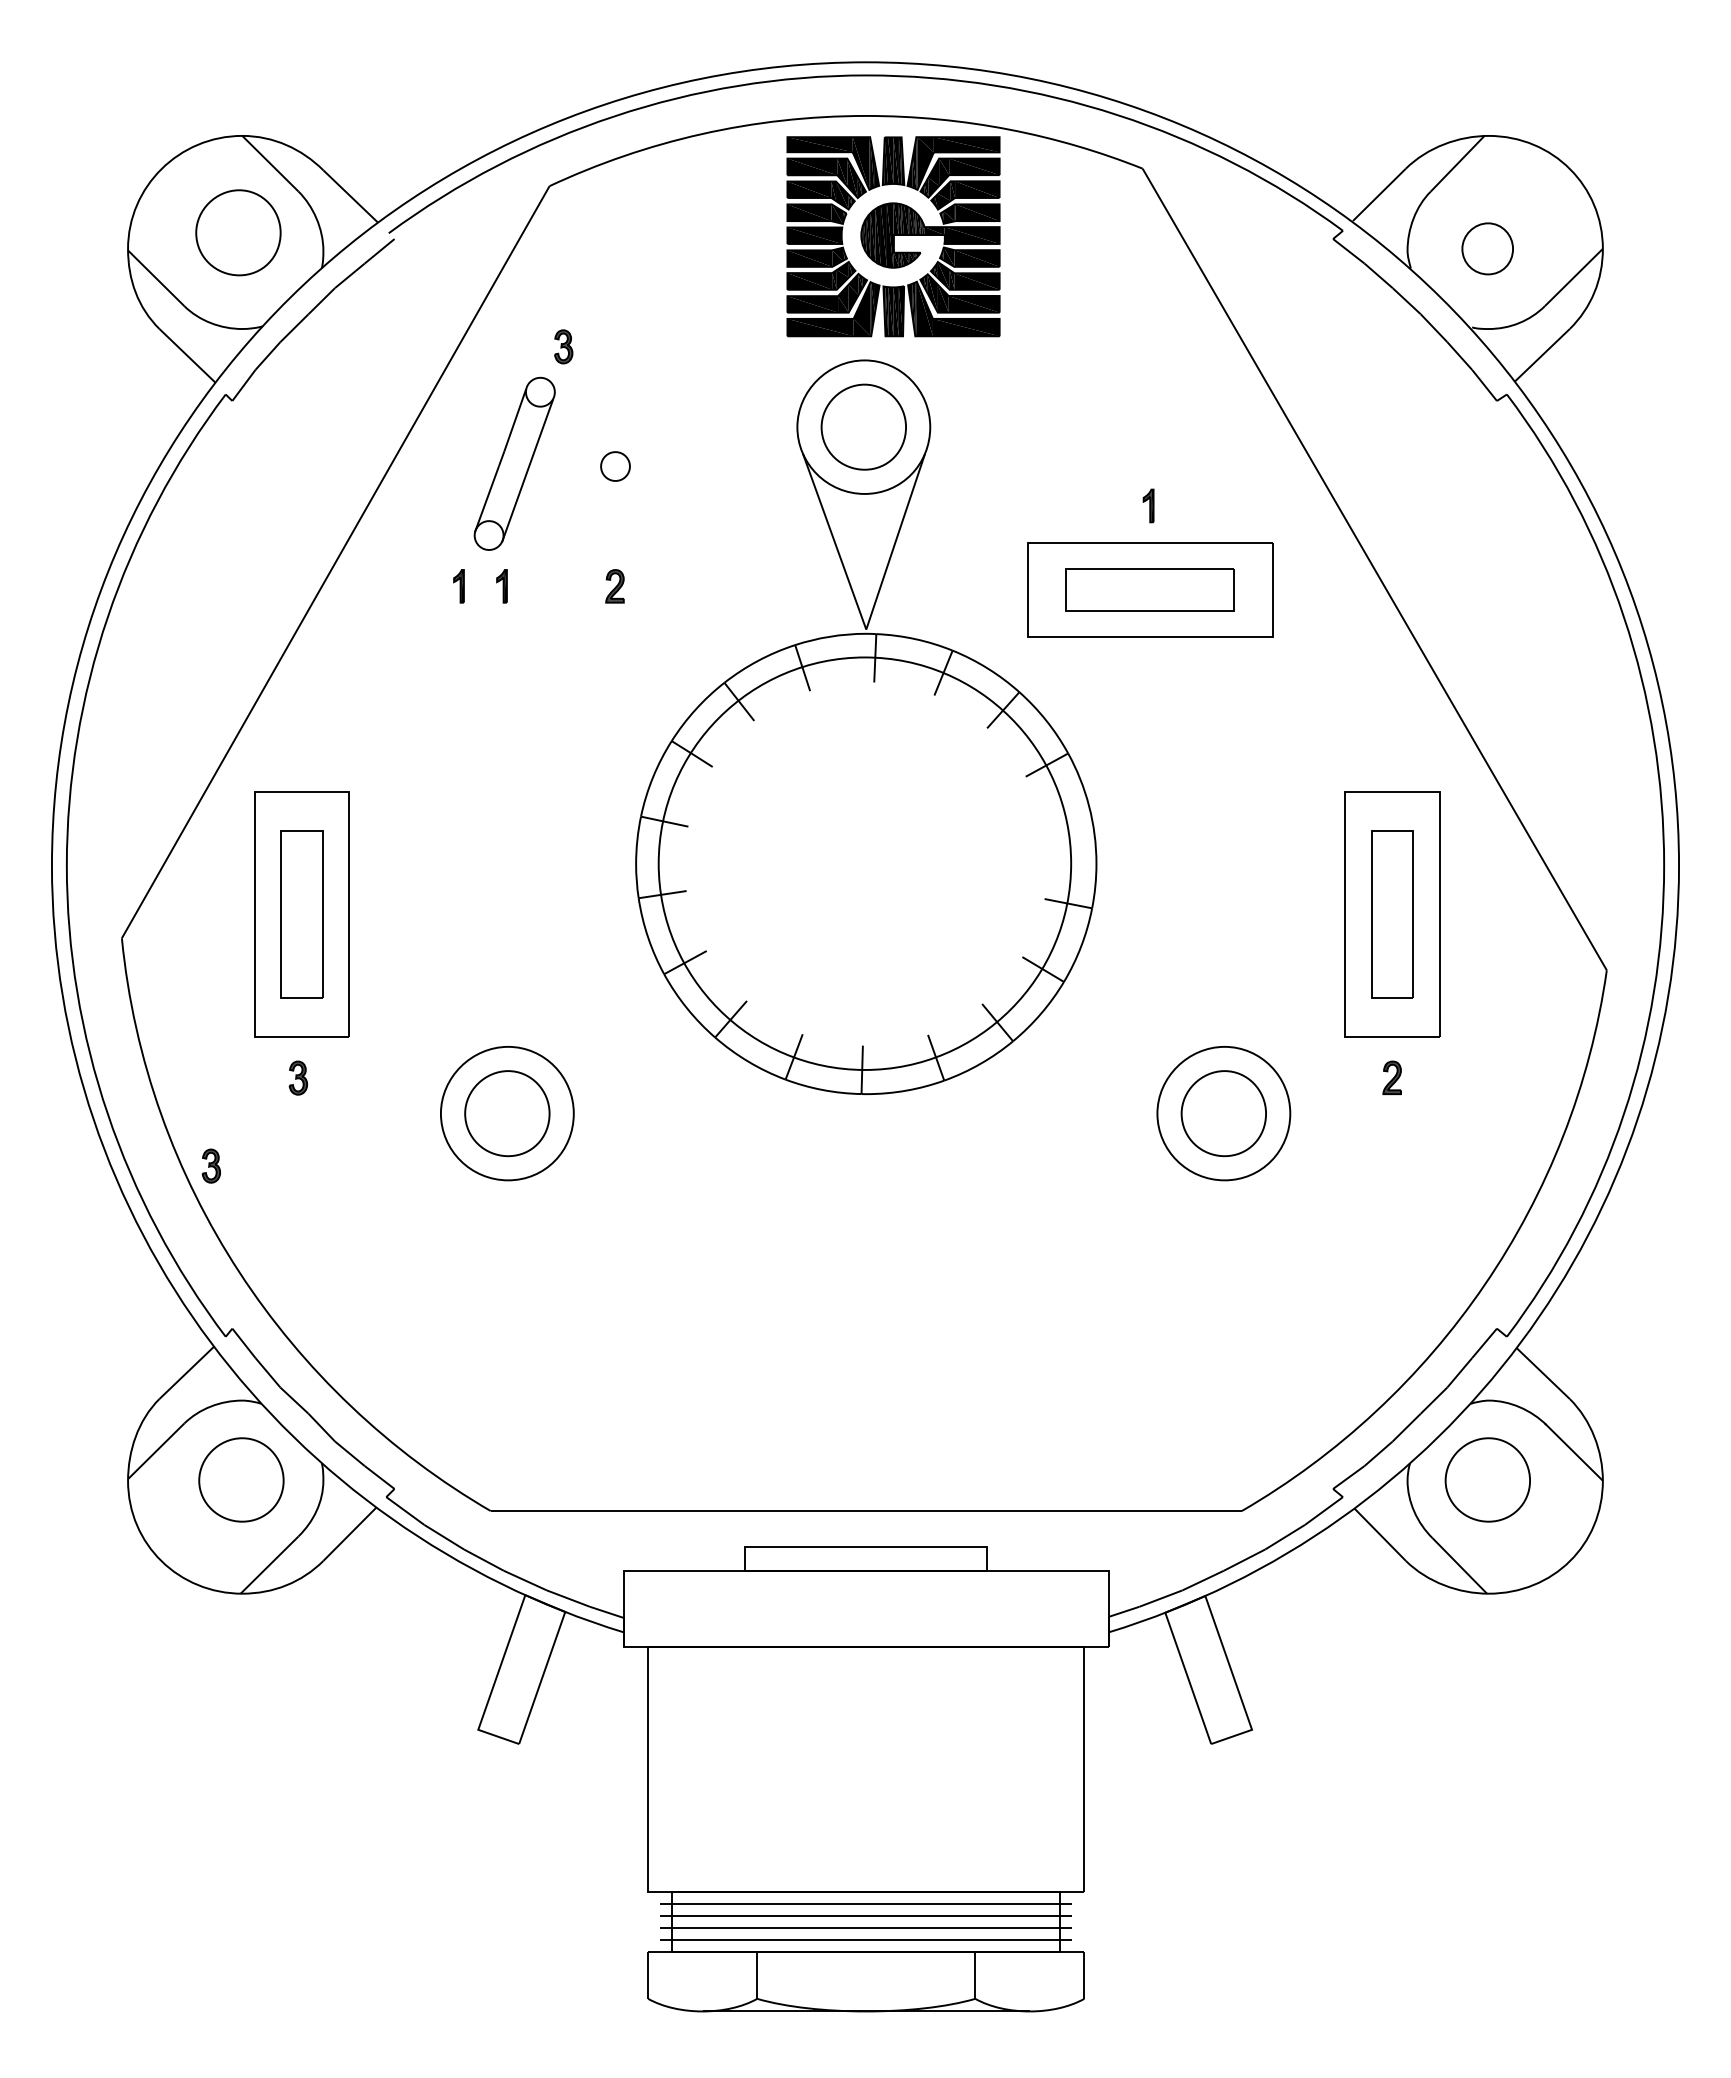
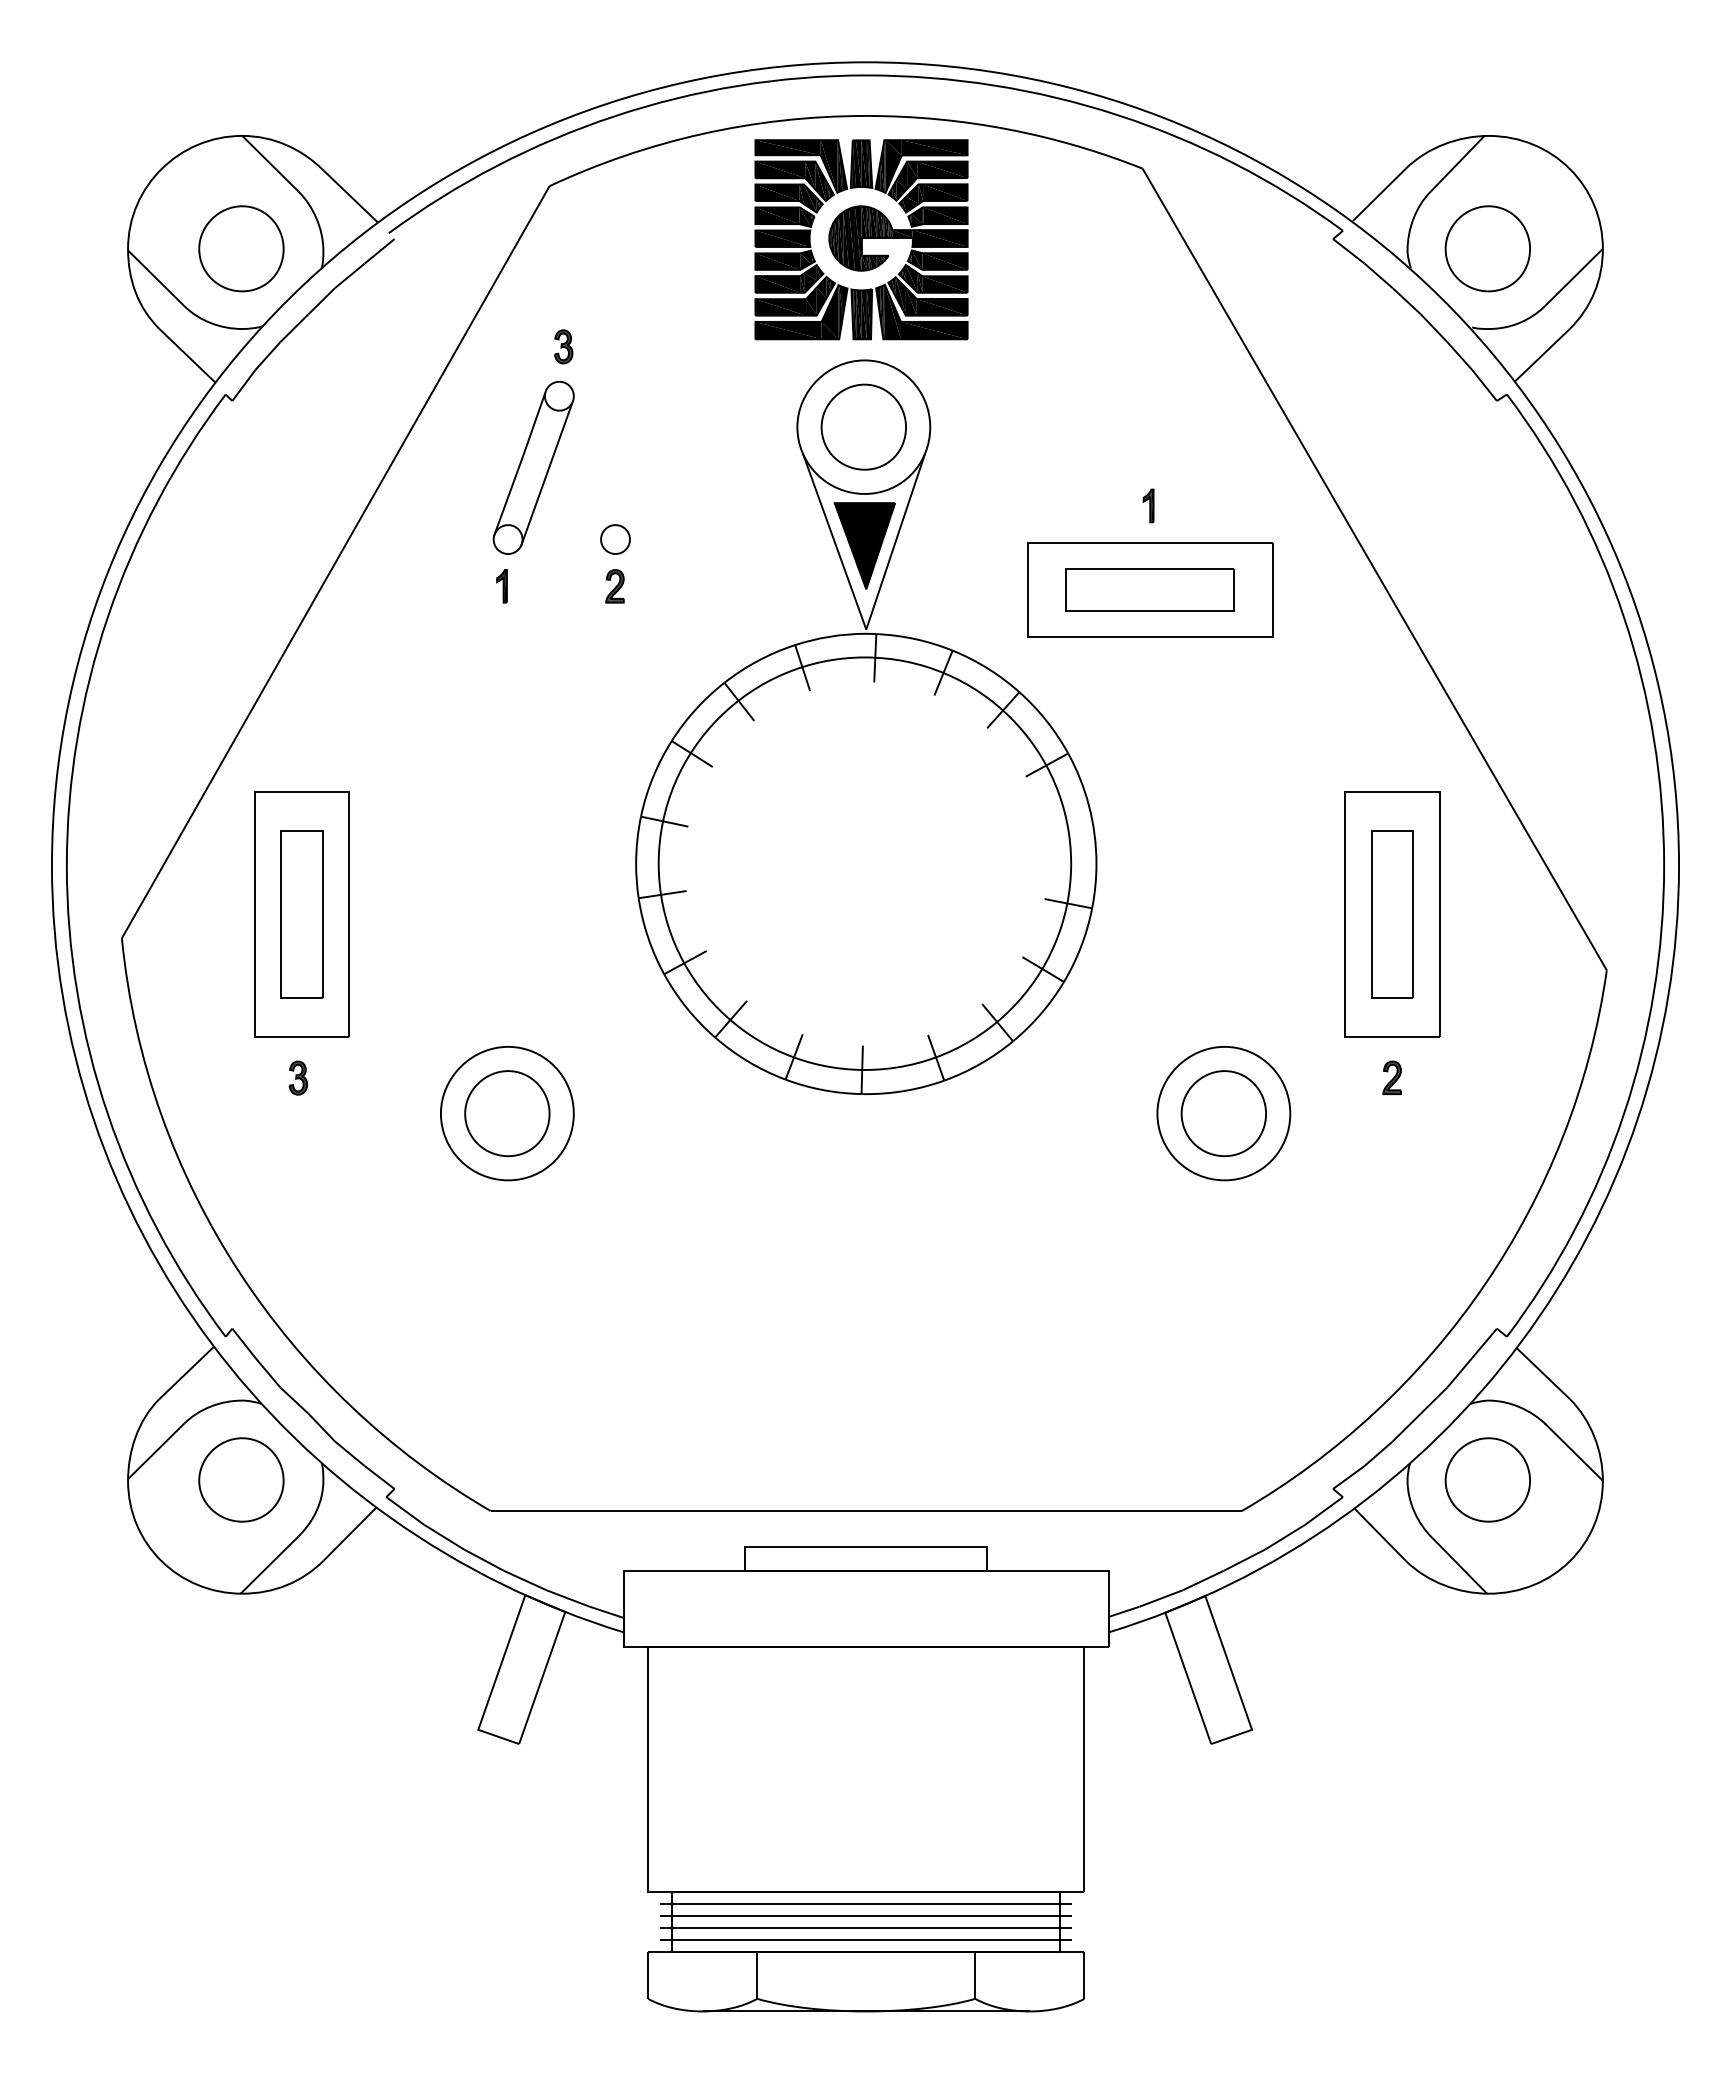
part at (238, 232) position: (238, 232) -> (241, 248)
part at (893, 236) position: (893, 236) -> (861, 239)
part at (1487, 248) size: 53x54 px -> 87x88 px
part at (514, 463) position: (514, 463) -> (533, 467)
part at (615, 466) position: (615, 466) -> (615, 539)
part at (864, 545): none -> present
part at (458, 586): present -> none
part at (210, 1165): present -> none
